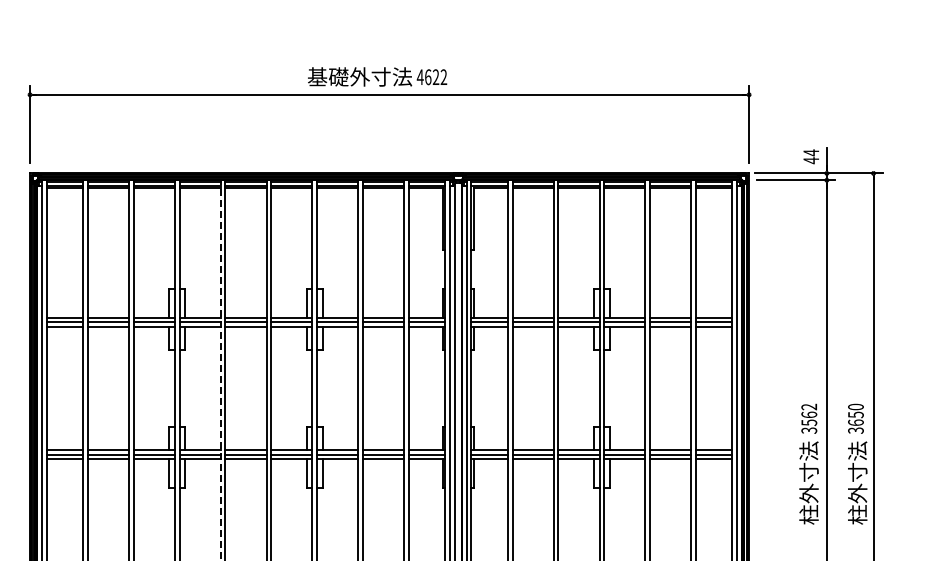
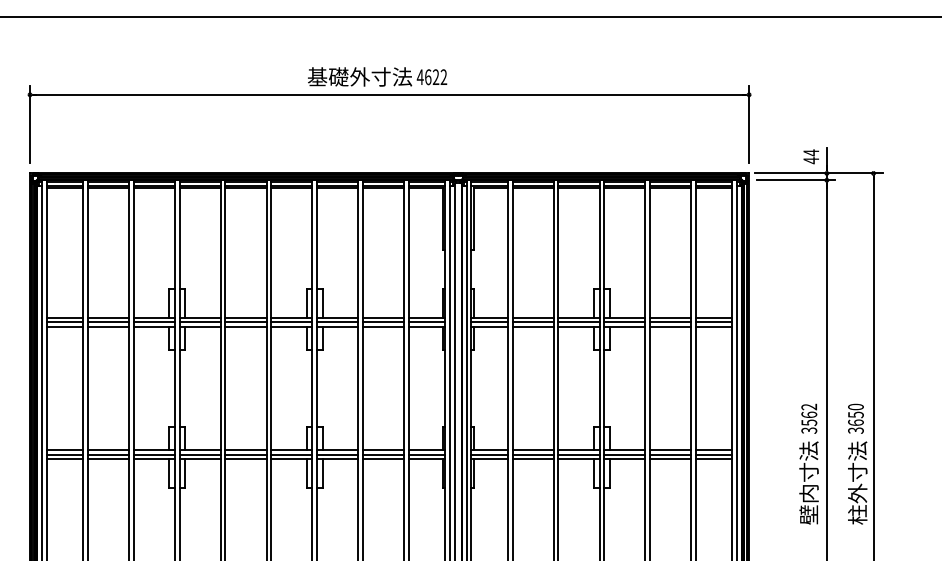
line at (470, 17): none -> present
line at (220, 369): dashed -> solid
text at (808, 503): 柱外寸法 -> 壁内寸法
